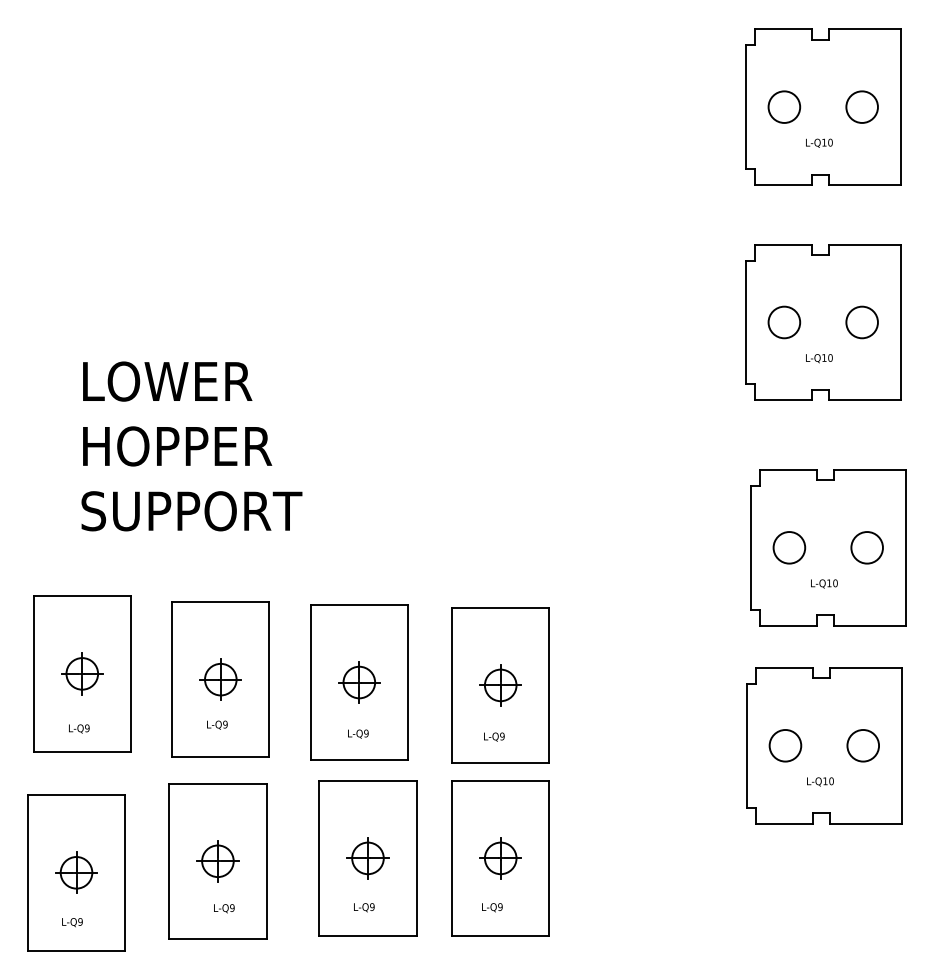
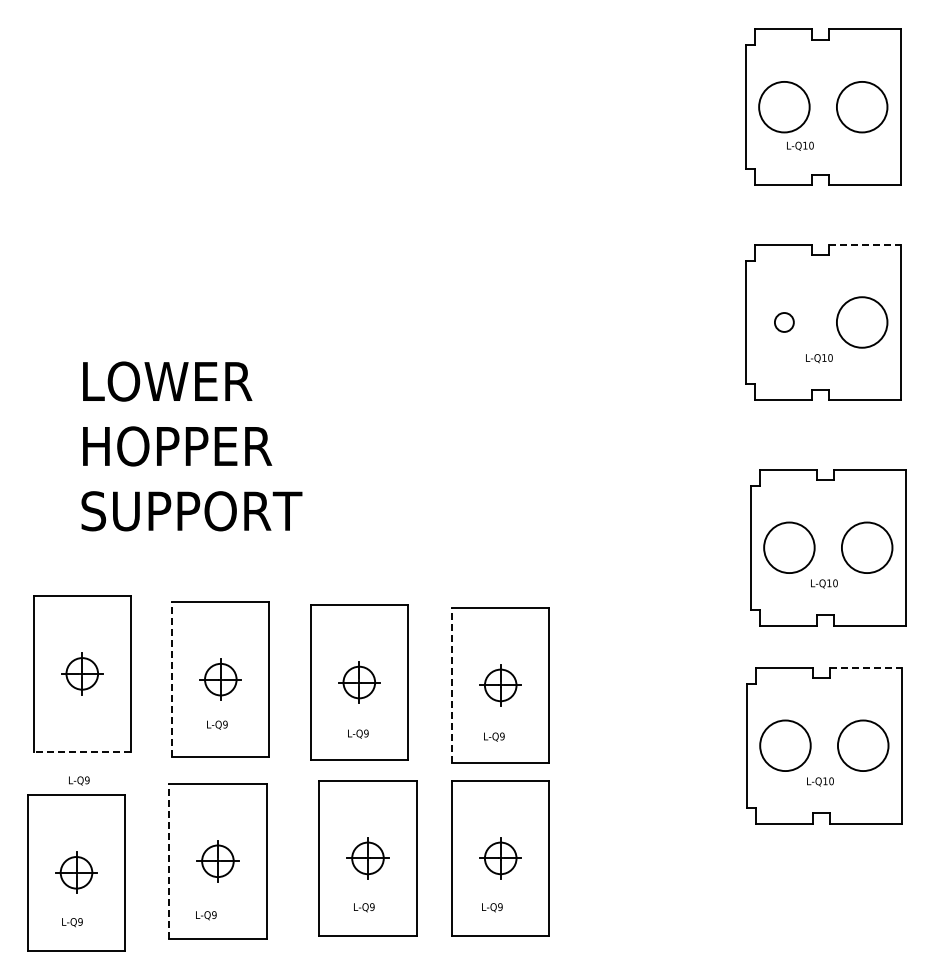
circle at (784, 106) diameter: 32 px -> 51 px
circle at (861, 106) diameter: 32 px -> 51 px
text at (819, 142) position: (819, 142) -> (800, 145)
line at (865, 244): solid -> dashed
circle at (784, 322) diameter: 32 px -> 19 px
circle at (861, 322) diameter: 32 px -> 51 px
circle at (789, 547) diameter: 32 px -> 51 px
circle at (866, 547) diameter: 32 px -> 51 px
line at (866, 668): solid -> dashed
line at (172, 679): solid -> dashed
line at (452, 685): solid -> dashed
text at (79, 728) position: (79, 728) -> (79, 780)
circle at (785, 745) diameter: 32 px -> 51 px
circle at (863, 745) diameter: 32 px -> 51 px
line at (82, 751): solid -> dashed
line at (169, 861): solid -> dashed
text at (224, 908) position: (224, 908) -> (206, 915)
